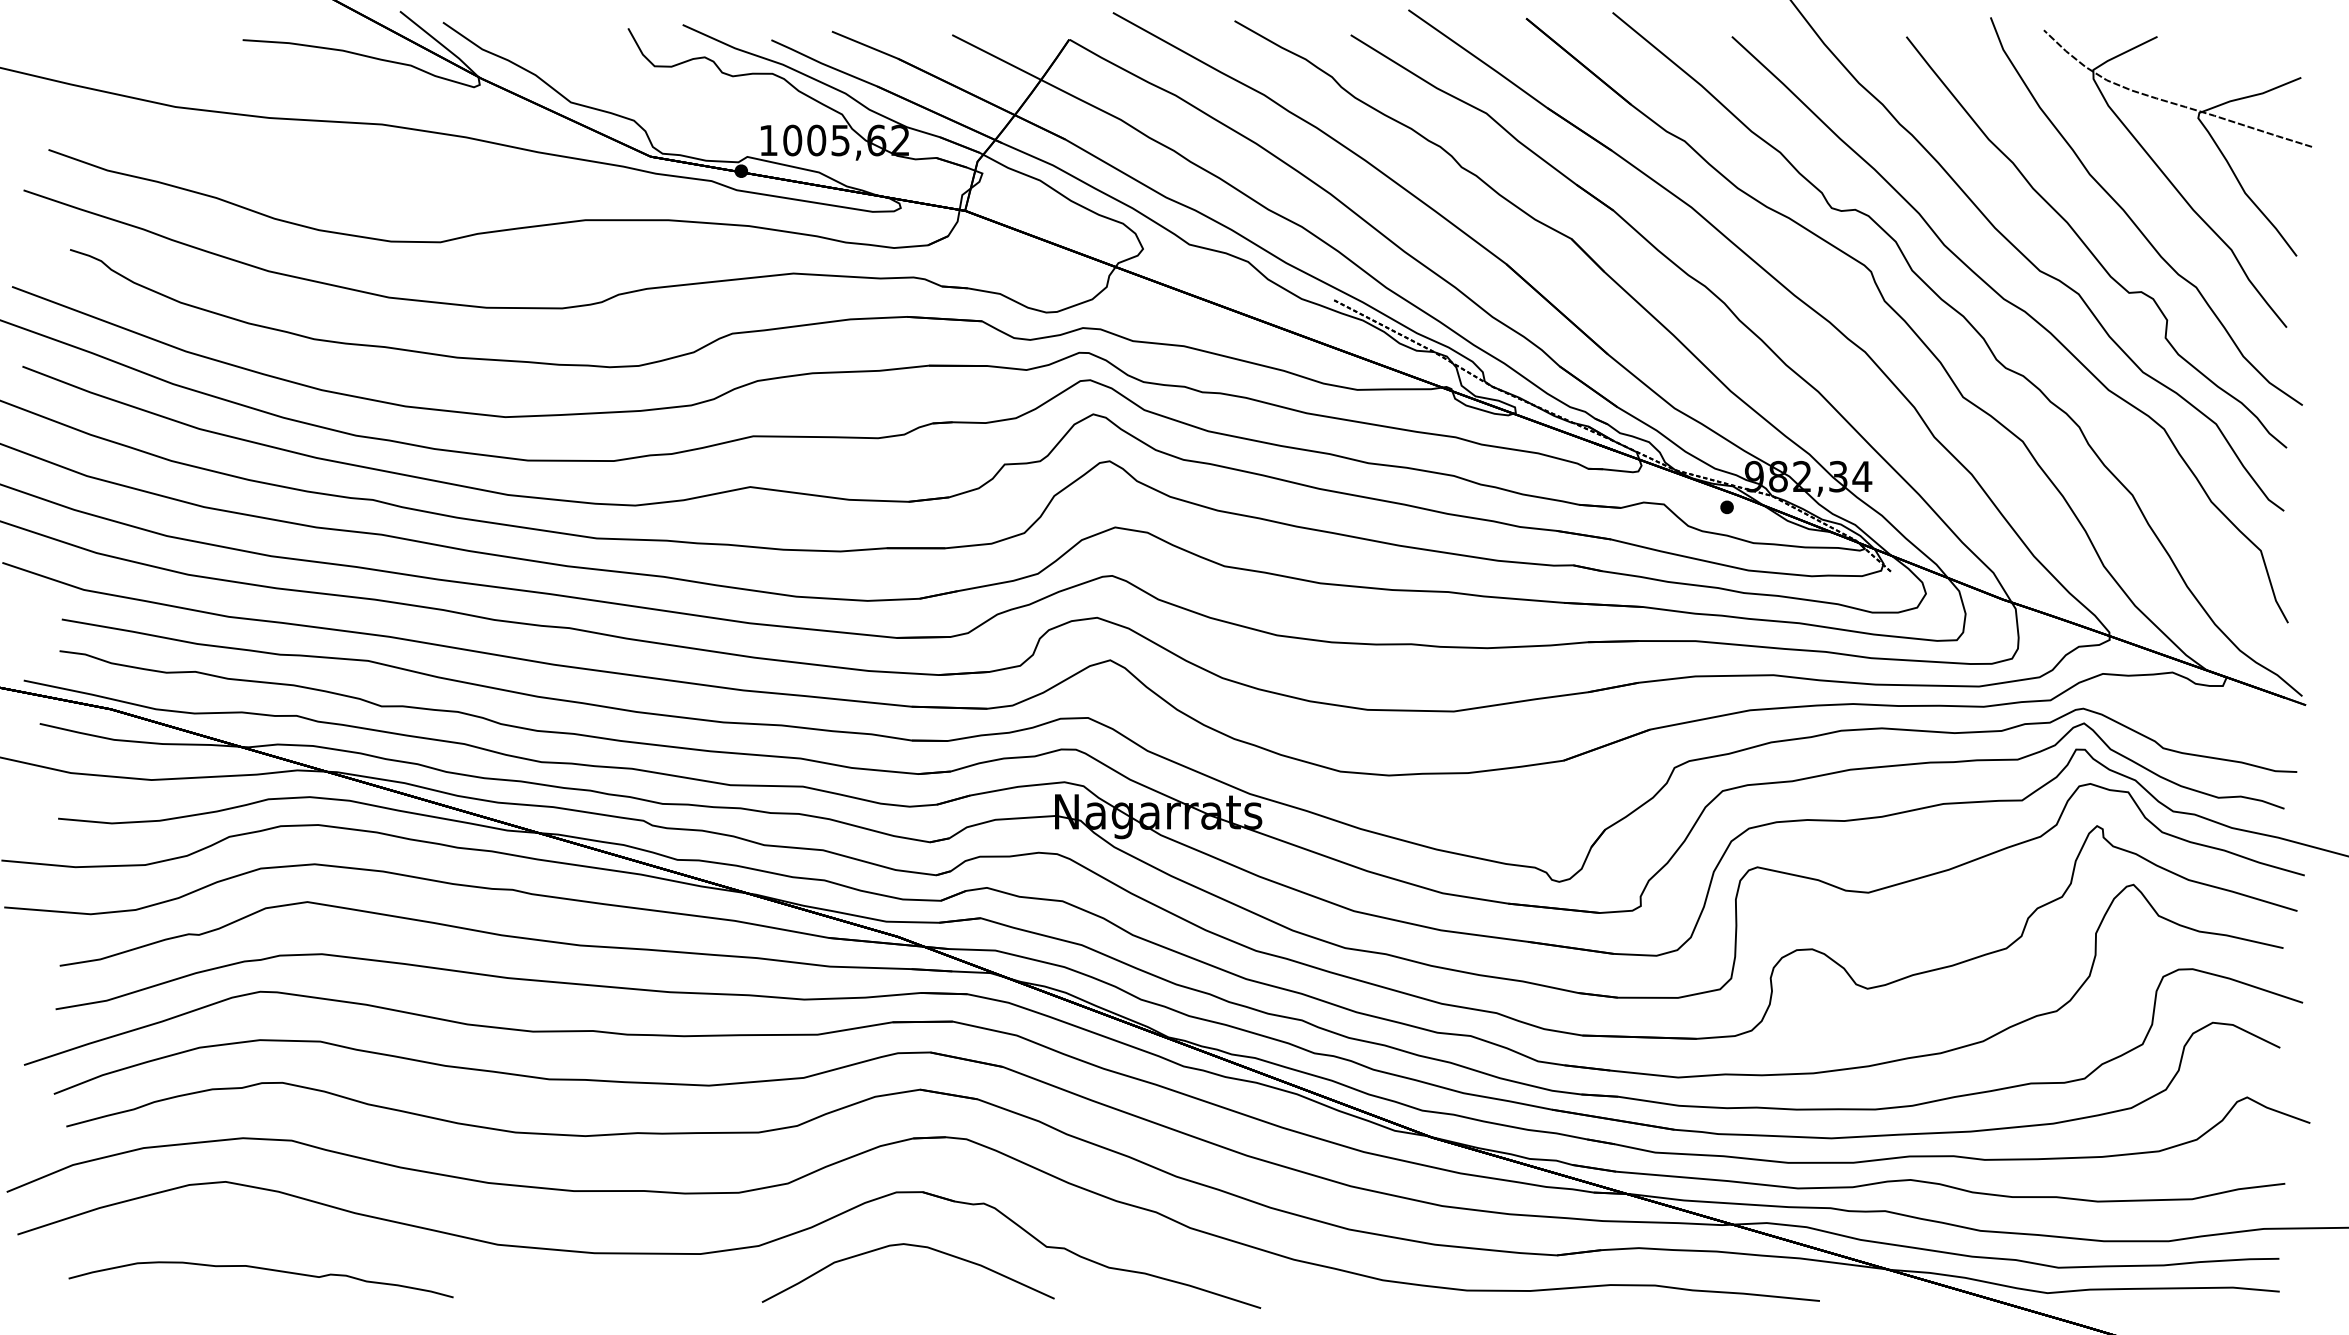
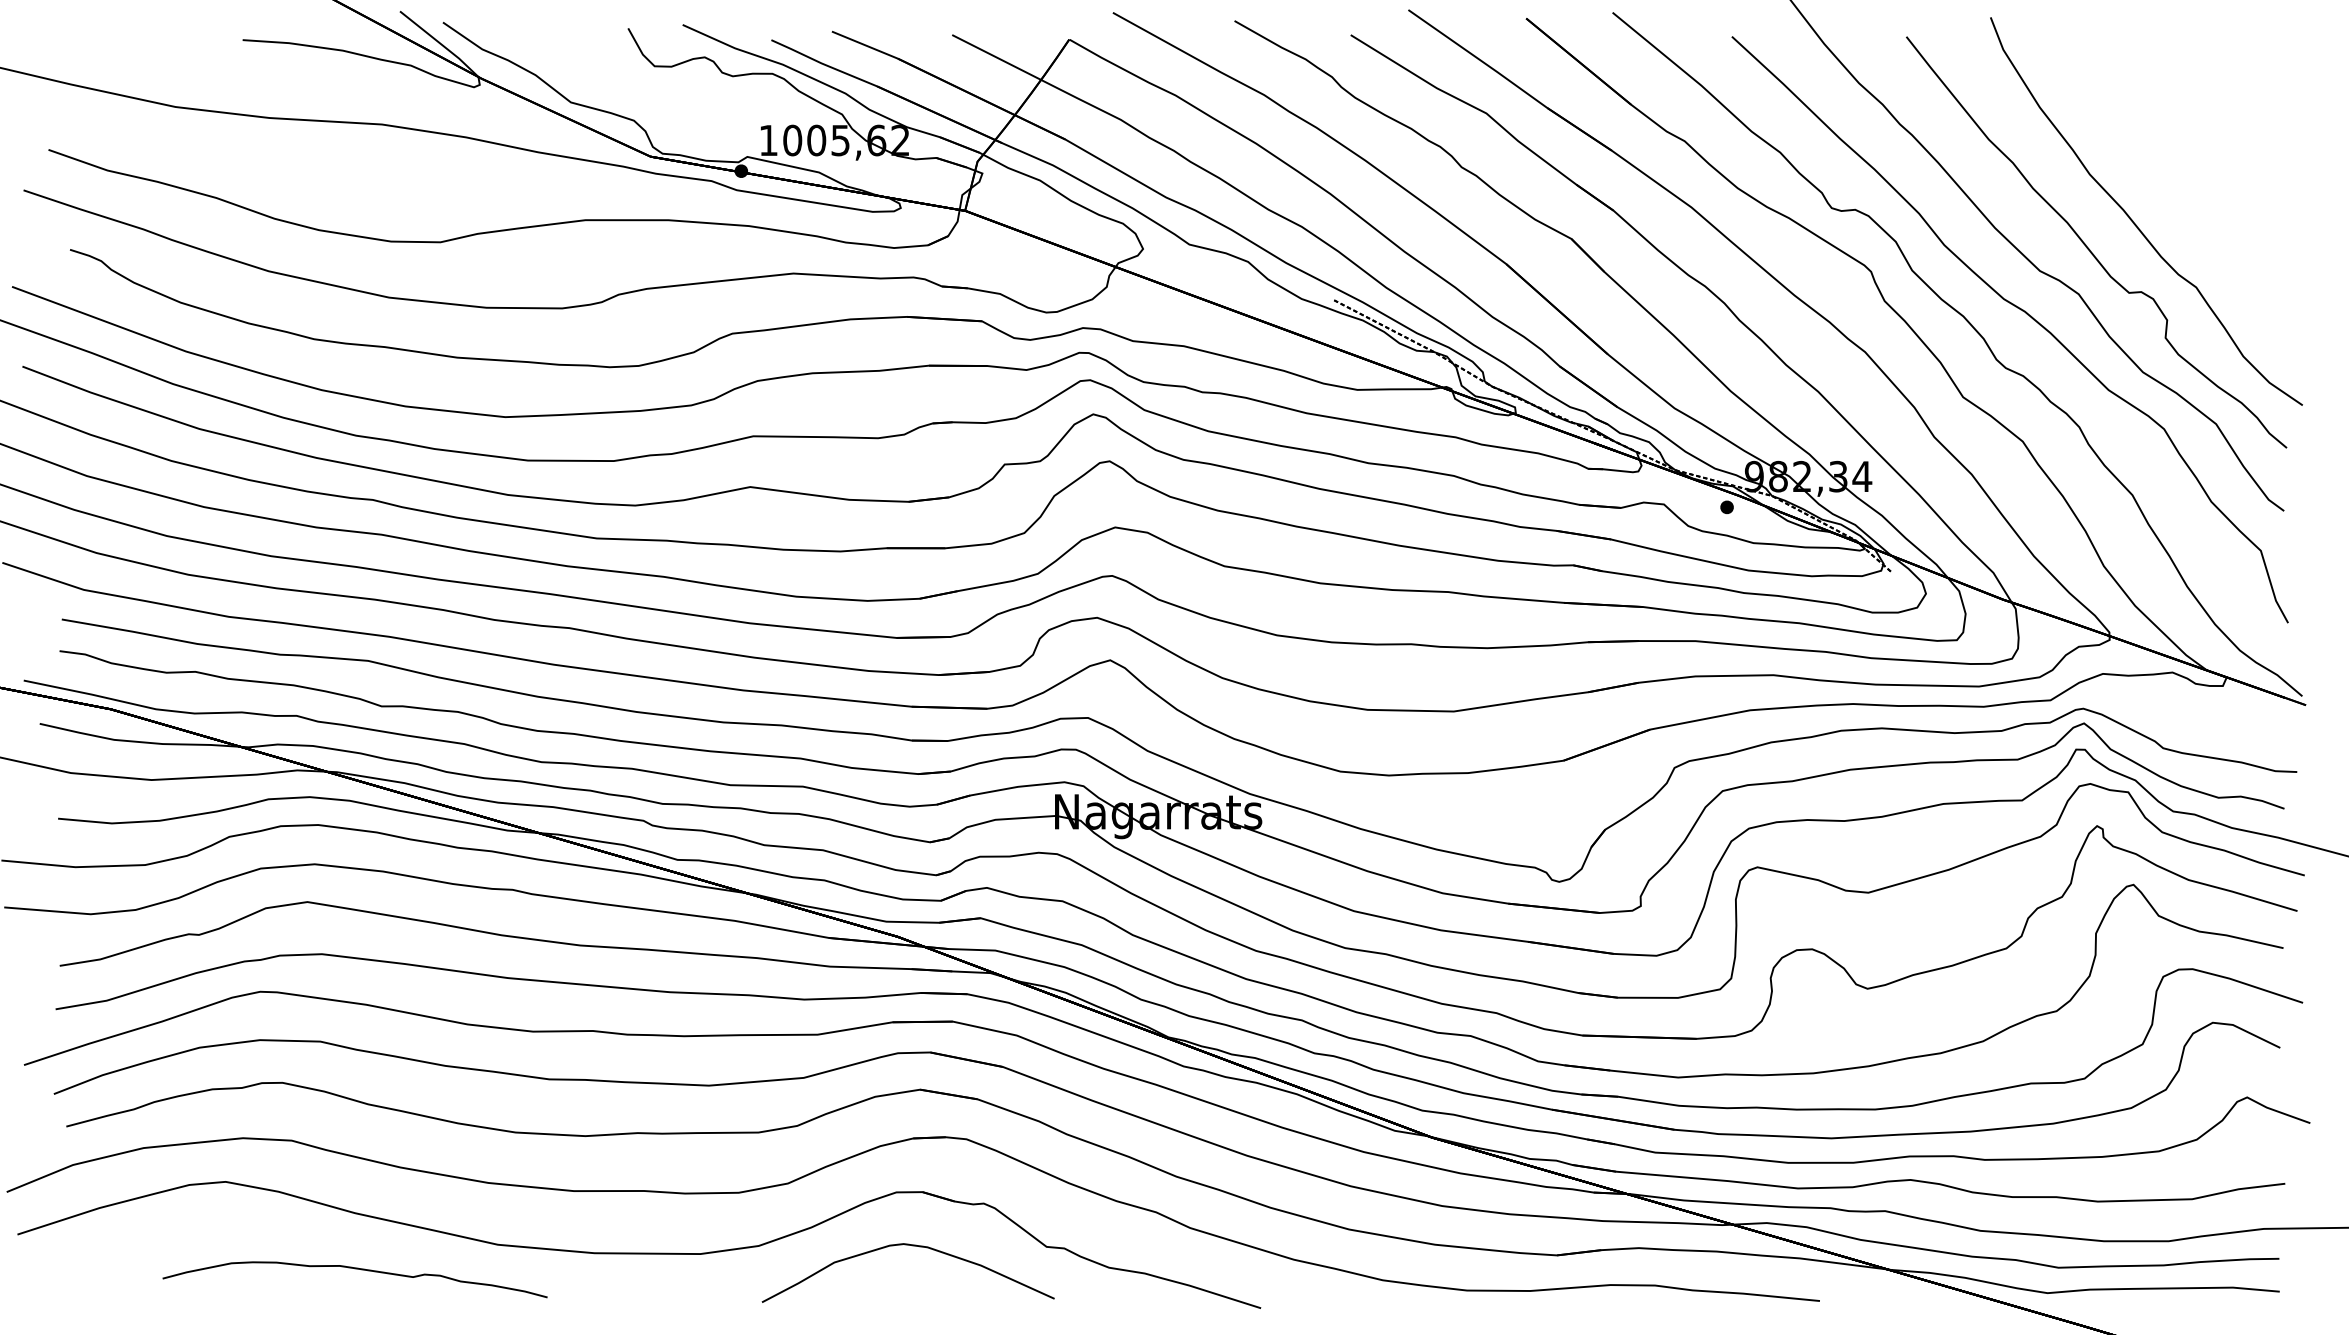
part at (2172, 182): present -> none
curve at (260, 1269) position: (260, 1269) -> (354, 1269)
